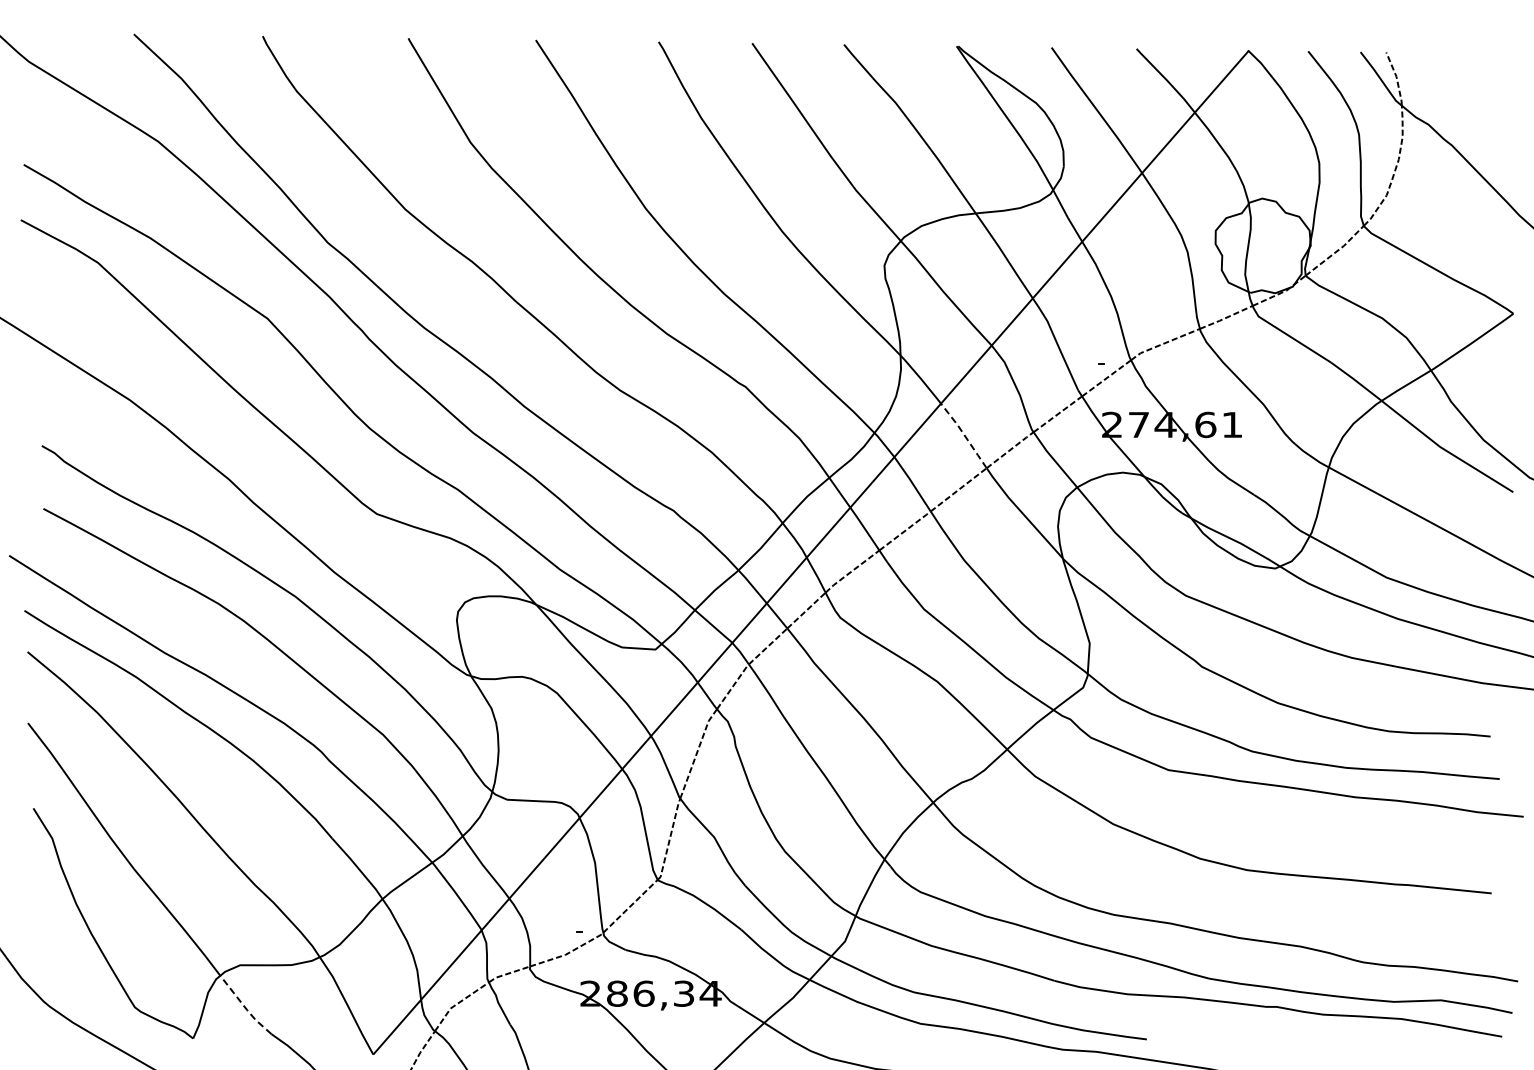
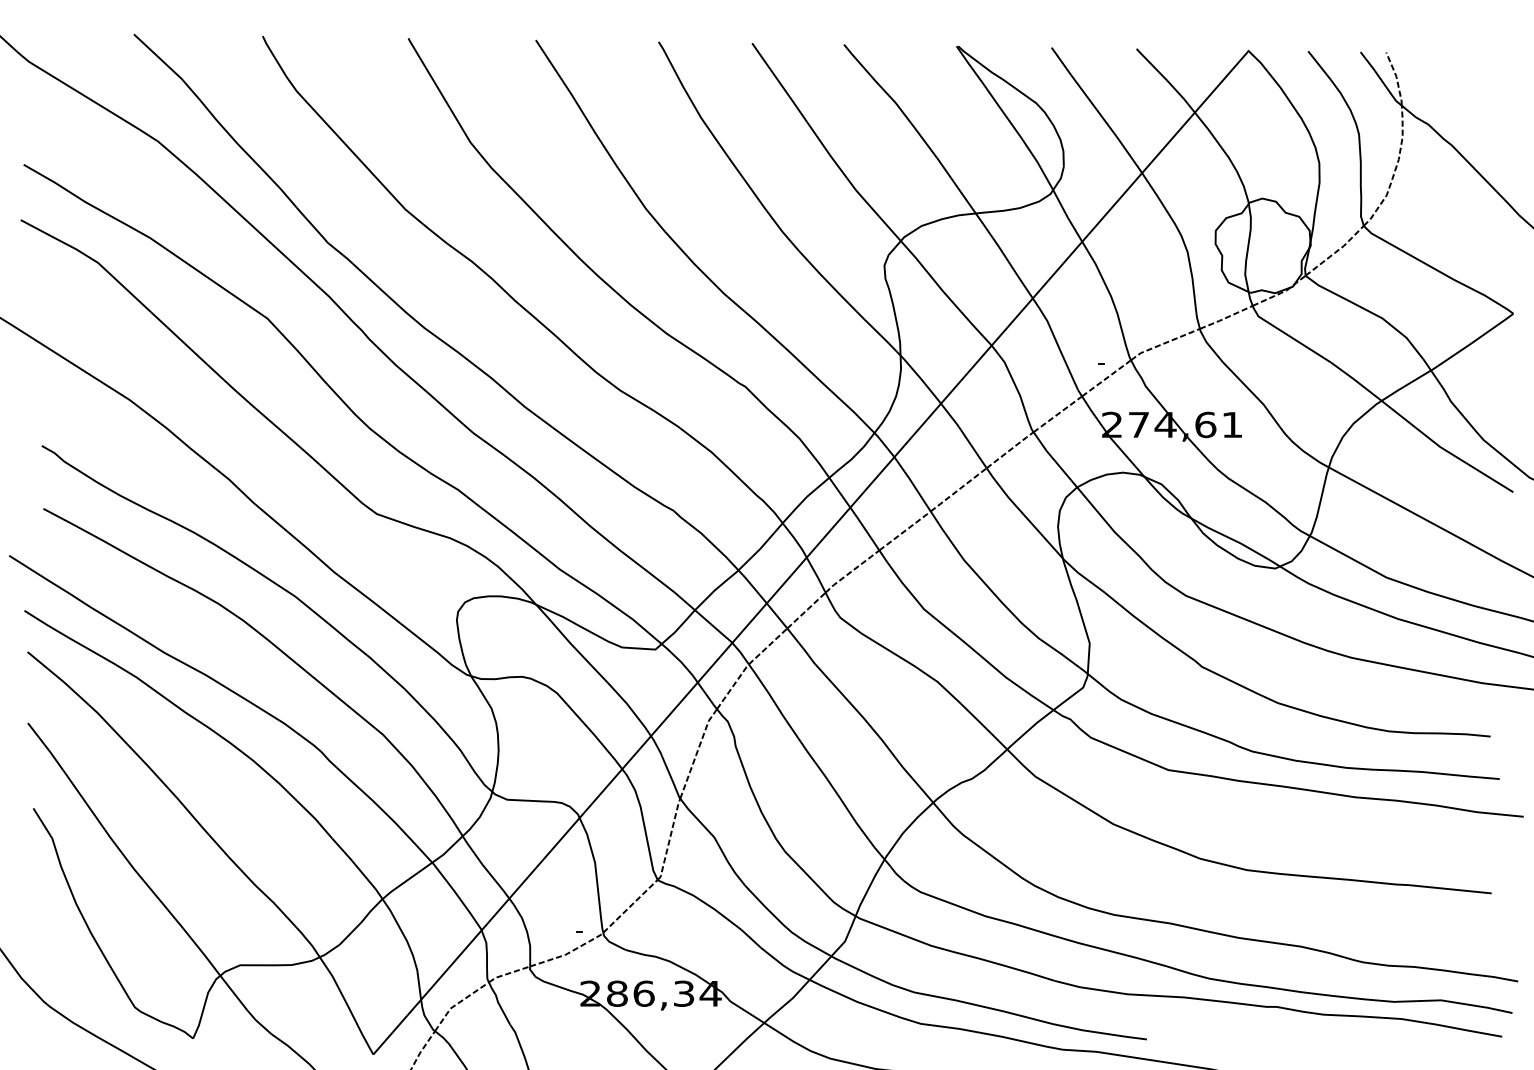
line at (964, 435): dashed -> solid
line at (244, 1007): dashed -> solid
